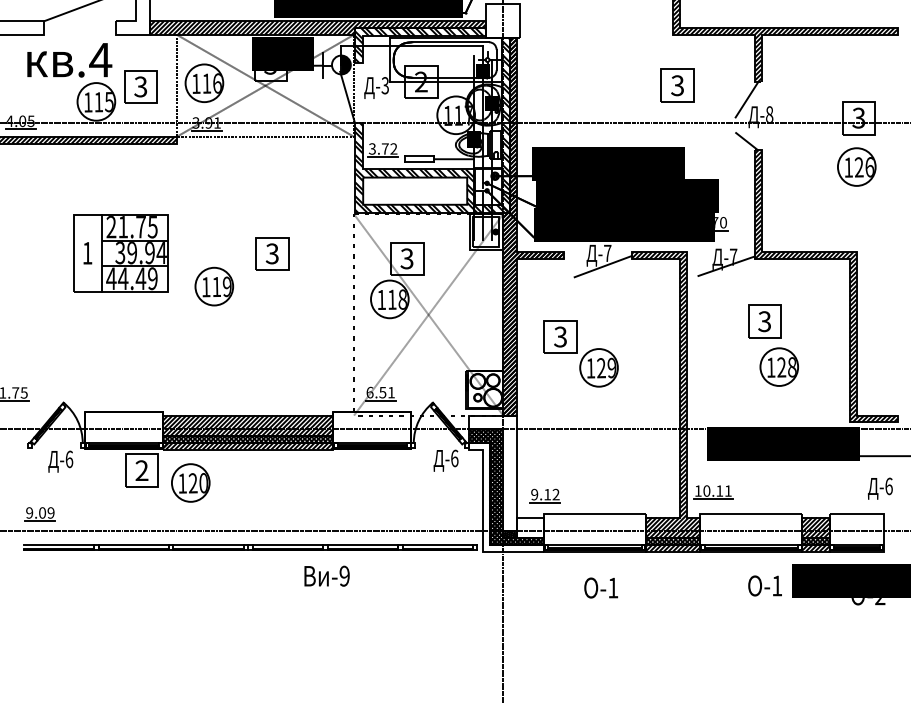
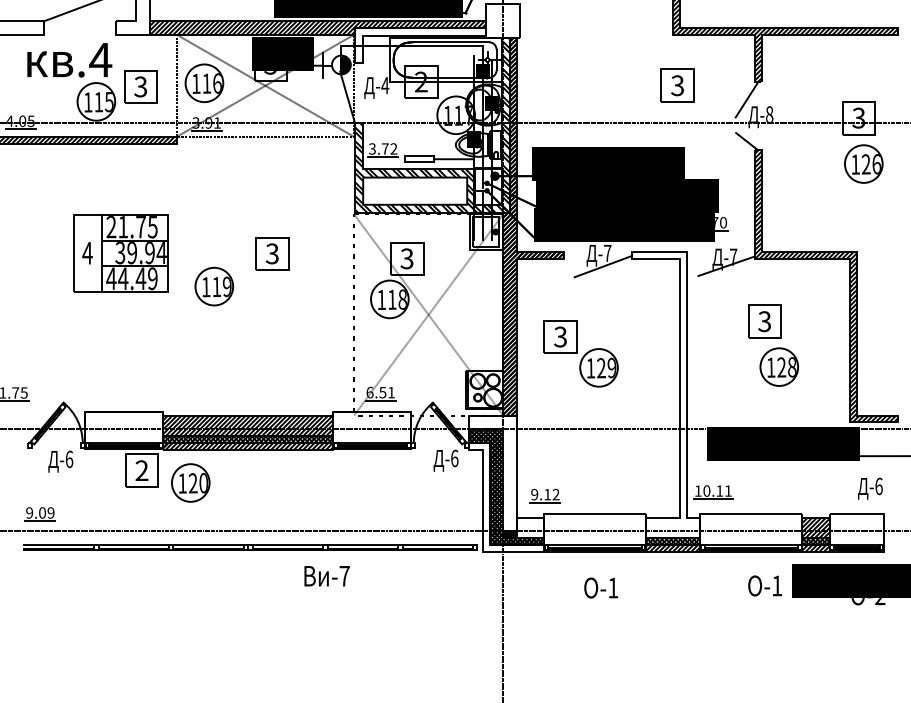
hatch at (420, 45): present -> none
text at (385, 85): -3 -> -4
part at (856, 166) position: (856, 166) -> (863, 163)
text at (87, 253): 1 -> 4
hatch at (666, 394): present -> none
text at (880, 488) position: (880, 488) -> (870, 488)
text at (344, 575): -9 -> -7
